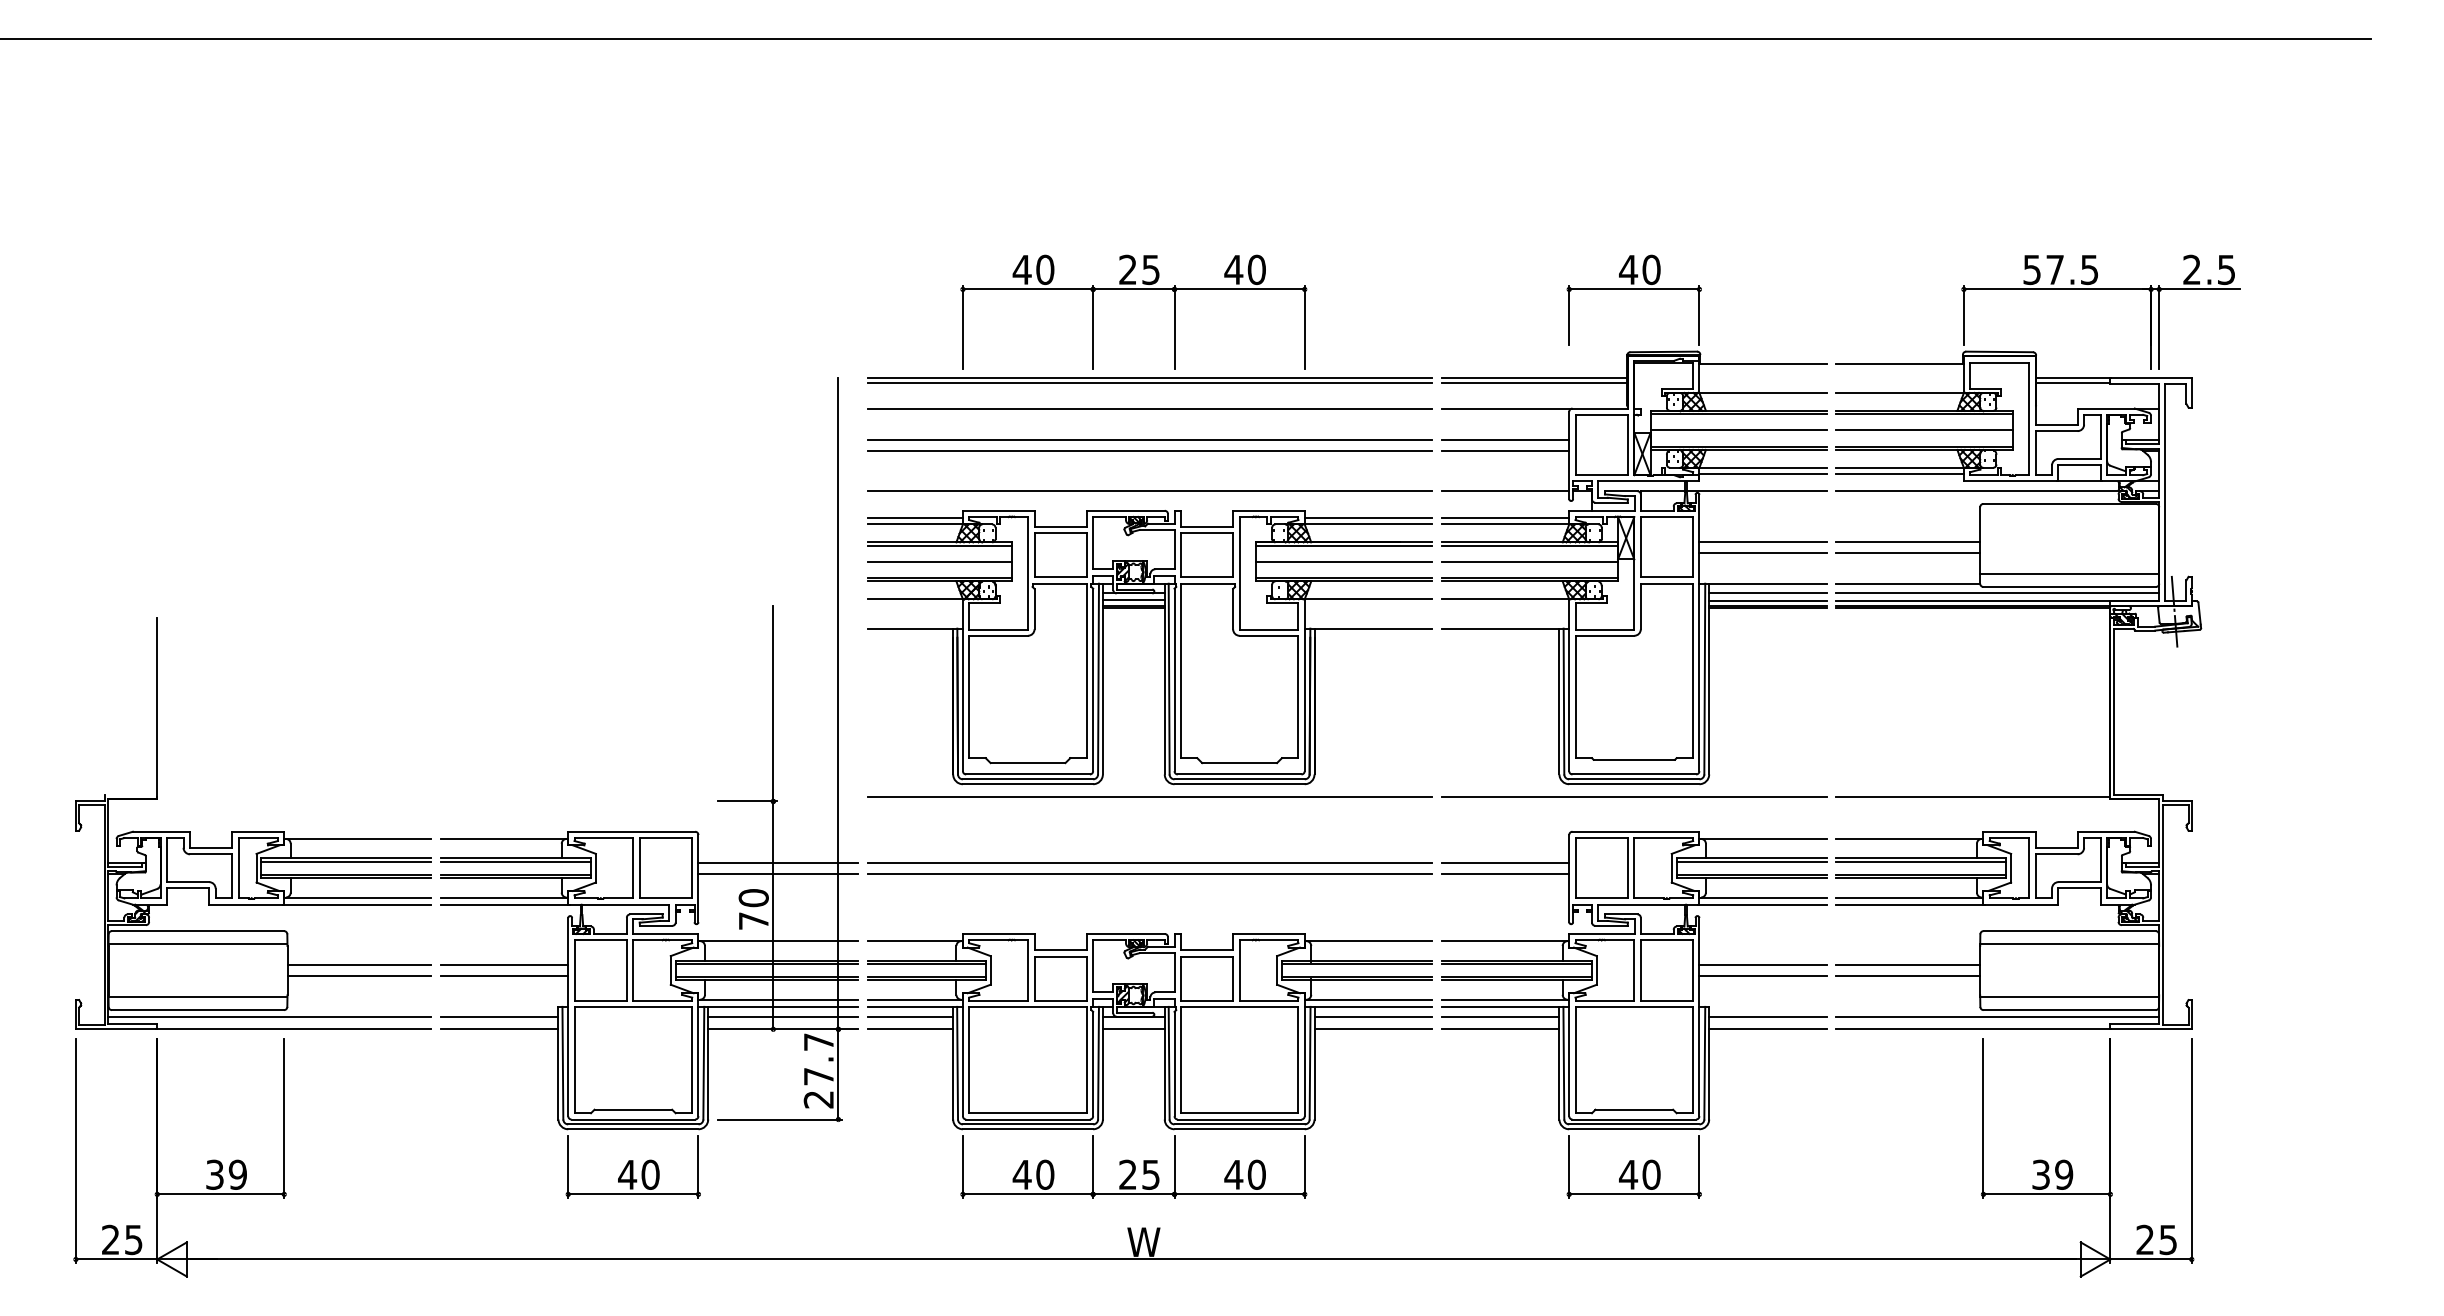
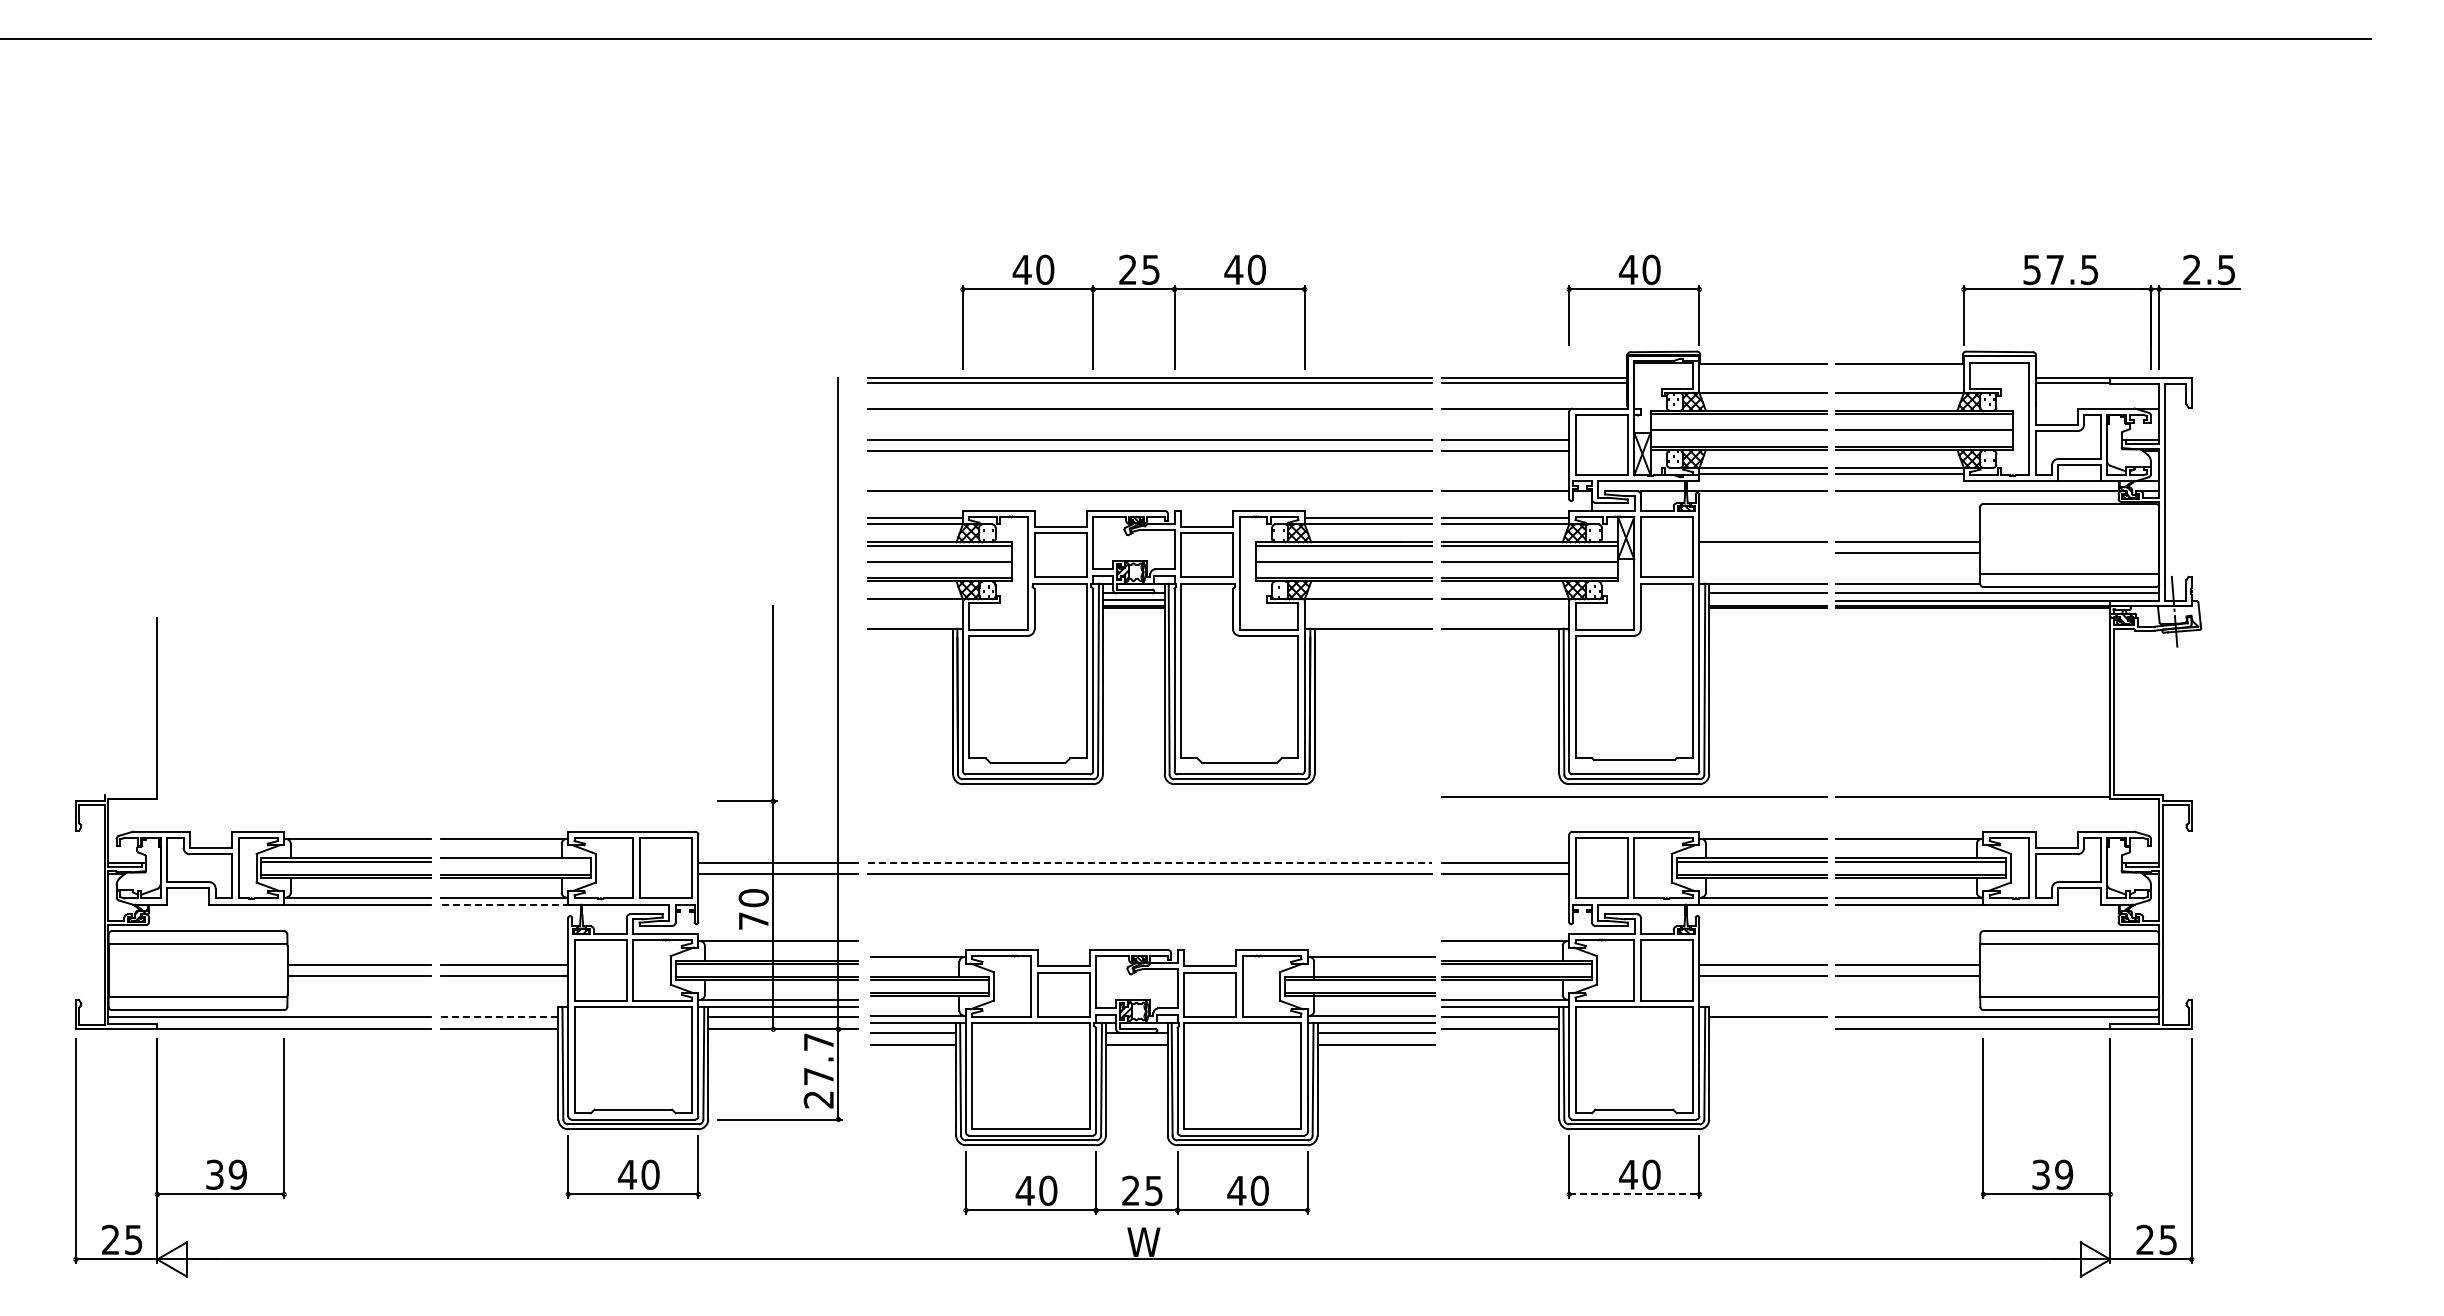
line at (1762, 552): present -> none
line at (1767, 600): present -> none
line at (1149, 796): present -> none
line at (515, 861): present -> none
line at (1150, 862): solid -> dashed
line at (504, 904): solid -> dashed
line at (499, 1016): solid -> dashed
line at (1767, 1029): present -> none
part at (1164, 1065) position: (1164, 1065) -> (1167, 1081)
line at (1634, 1194): solid -> dashed
